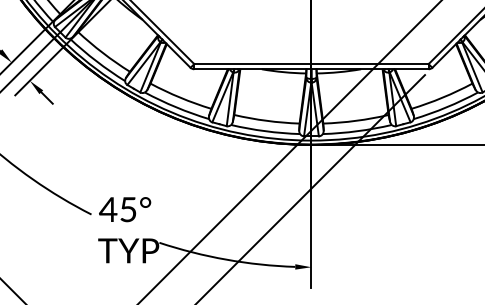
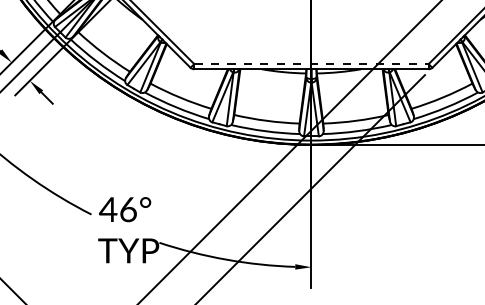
line at (311, 64): solid -> dashed
text at (128, 209): 45° -> 46°
